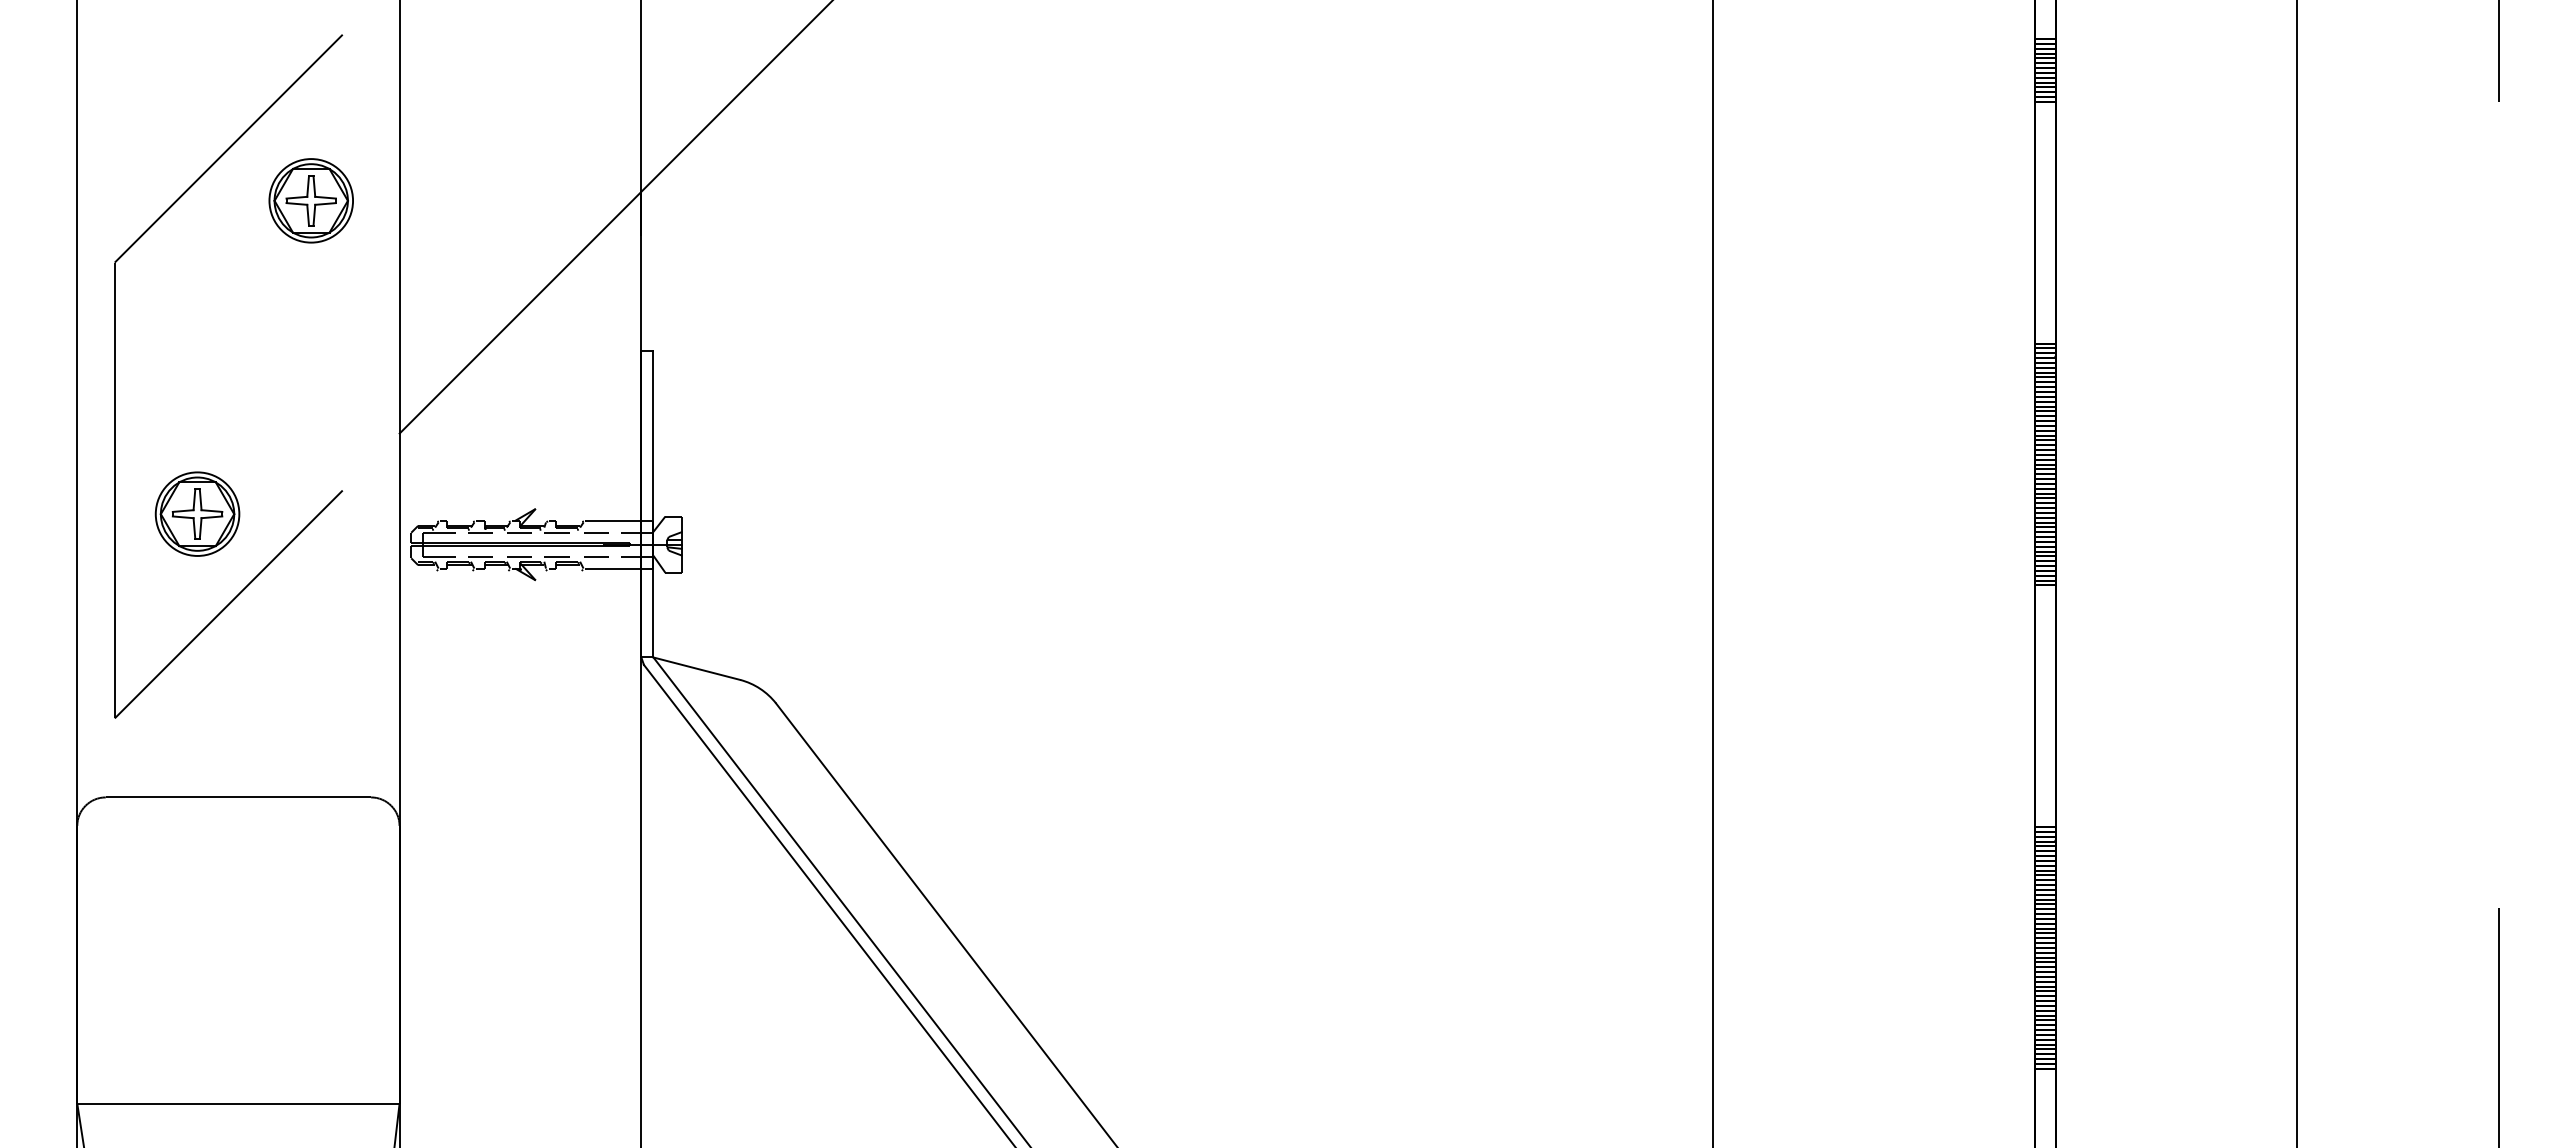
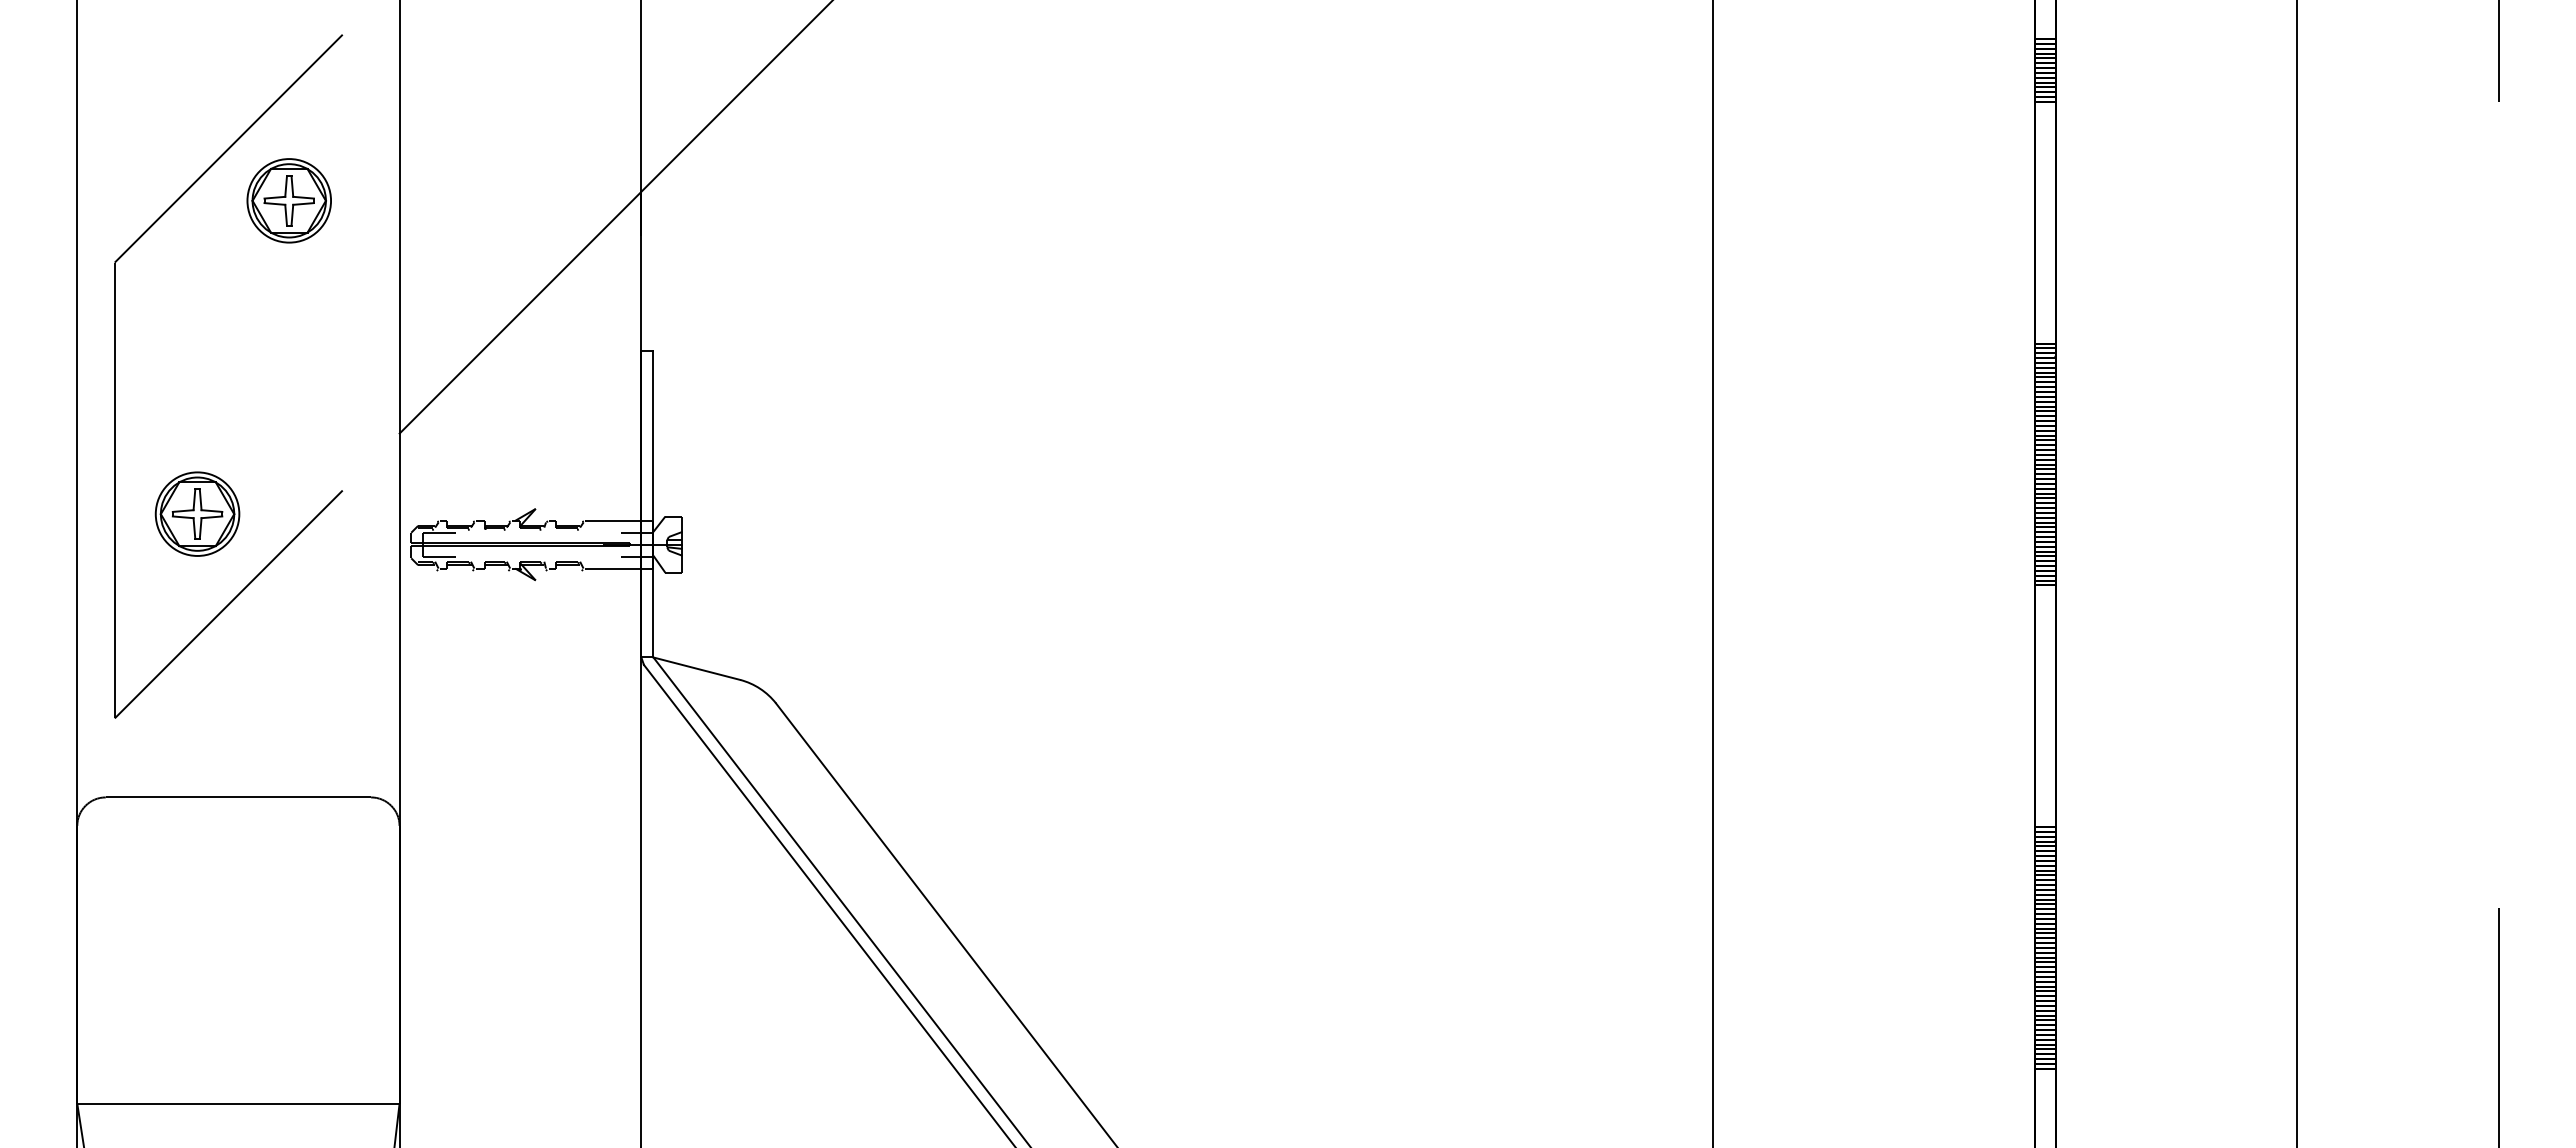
part at (310, 200) position: (310, 200) -> (288, 200)
line at (480, 532): present -> none
line at (519, 532): present -> none
line at (556, 532): present -> none
line at (596, 532): present -> none
line at (480, 556): present -> none
line at (519, 556): present -> none
line at (556, 556): present -> none
line at (596, 556): present -> none
